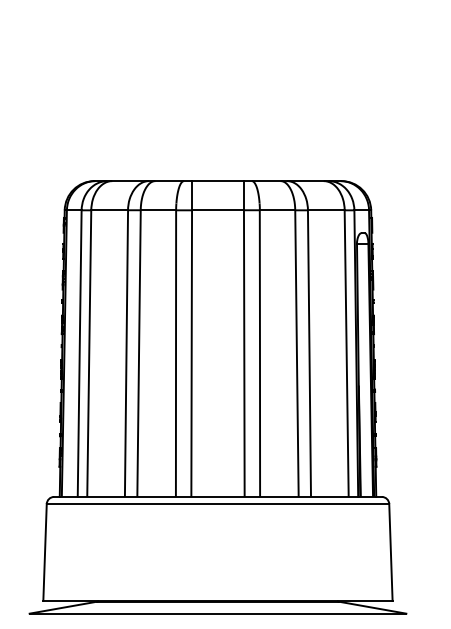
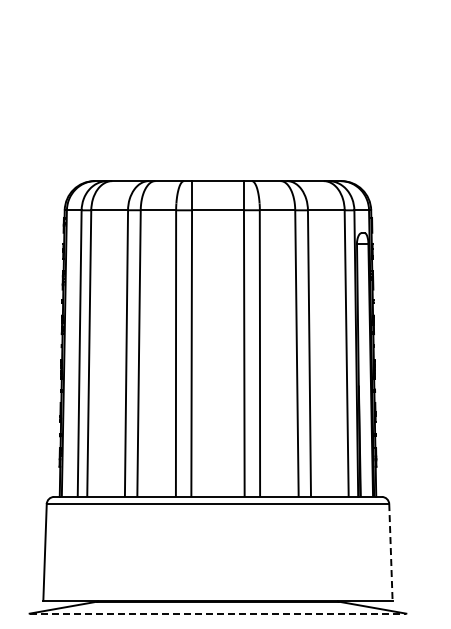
line at (390, 553): solid -> dashed
line at (218, 613): solid -> dashed
